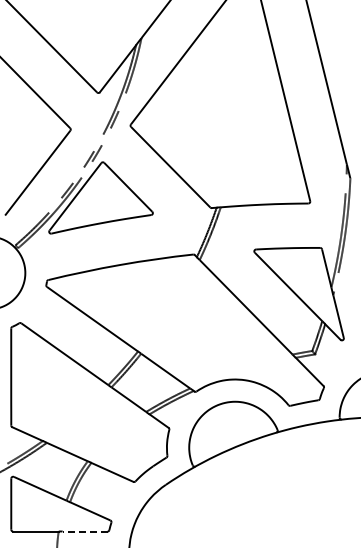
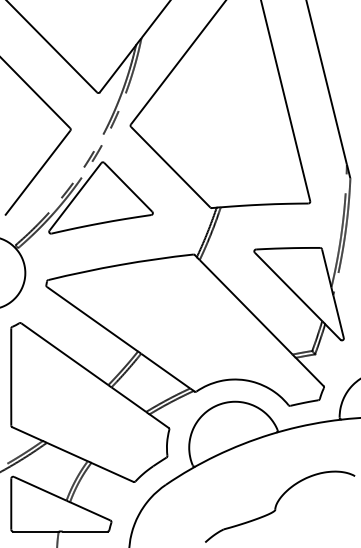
part at (280, 506): none -> present
line at (84, 531): dashed -> solid
